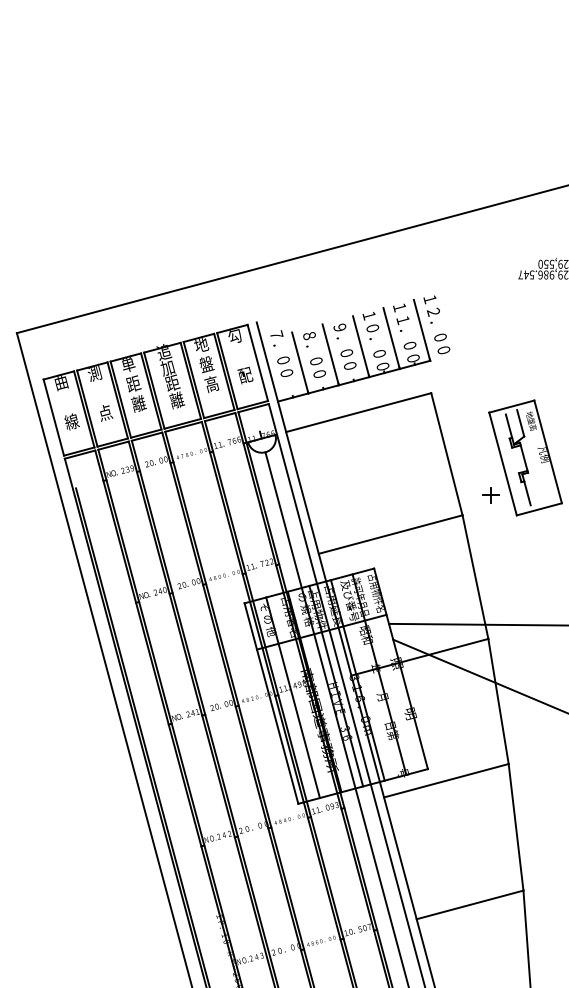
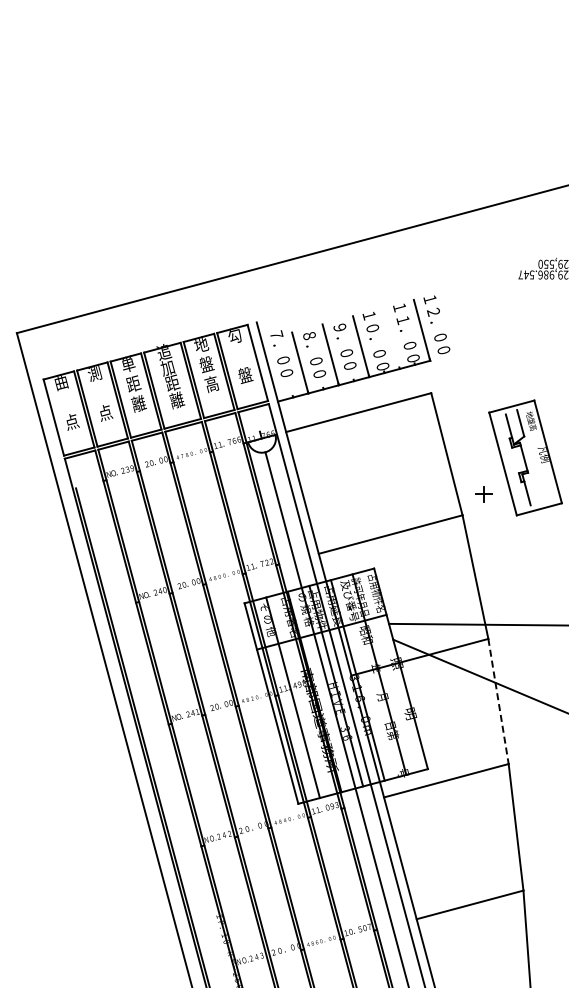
line at (391, 338): present -> none
text at (245, 375): 配 -> 盤
text at (71, 421): 線 -> 点
part at (490, 495) position: (490, 495) -> (483, 494)
line at (498, 701): solid -> dashed
